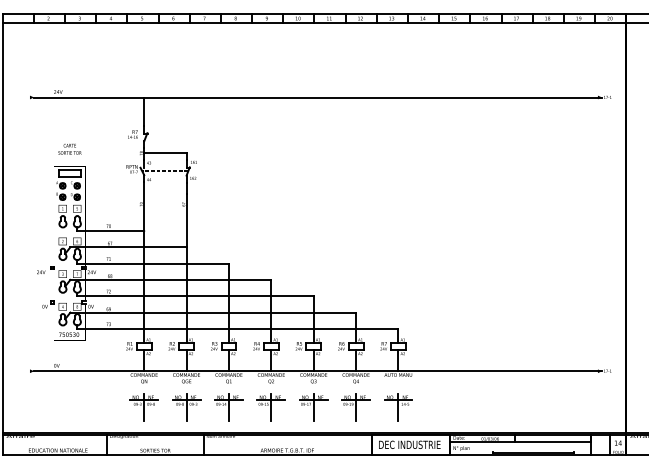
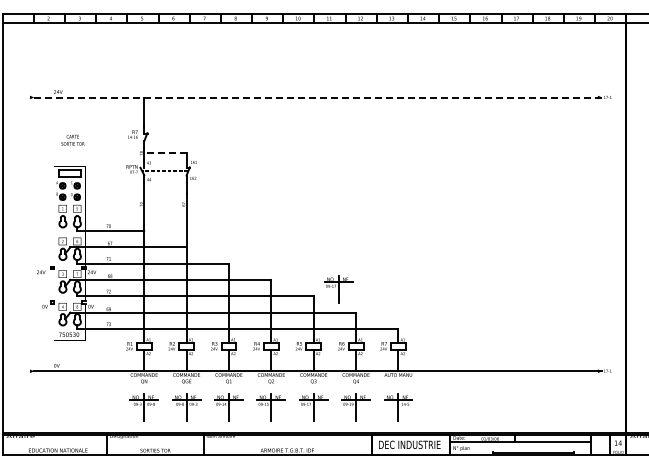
line at (318, 97): solid -> dashed
text at (69, 148) position: (69, 148) -> (72, 139)
line at (164, 152): solid -> dashed
part at (338, 289): none -> present
